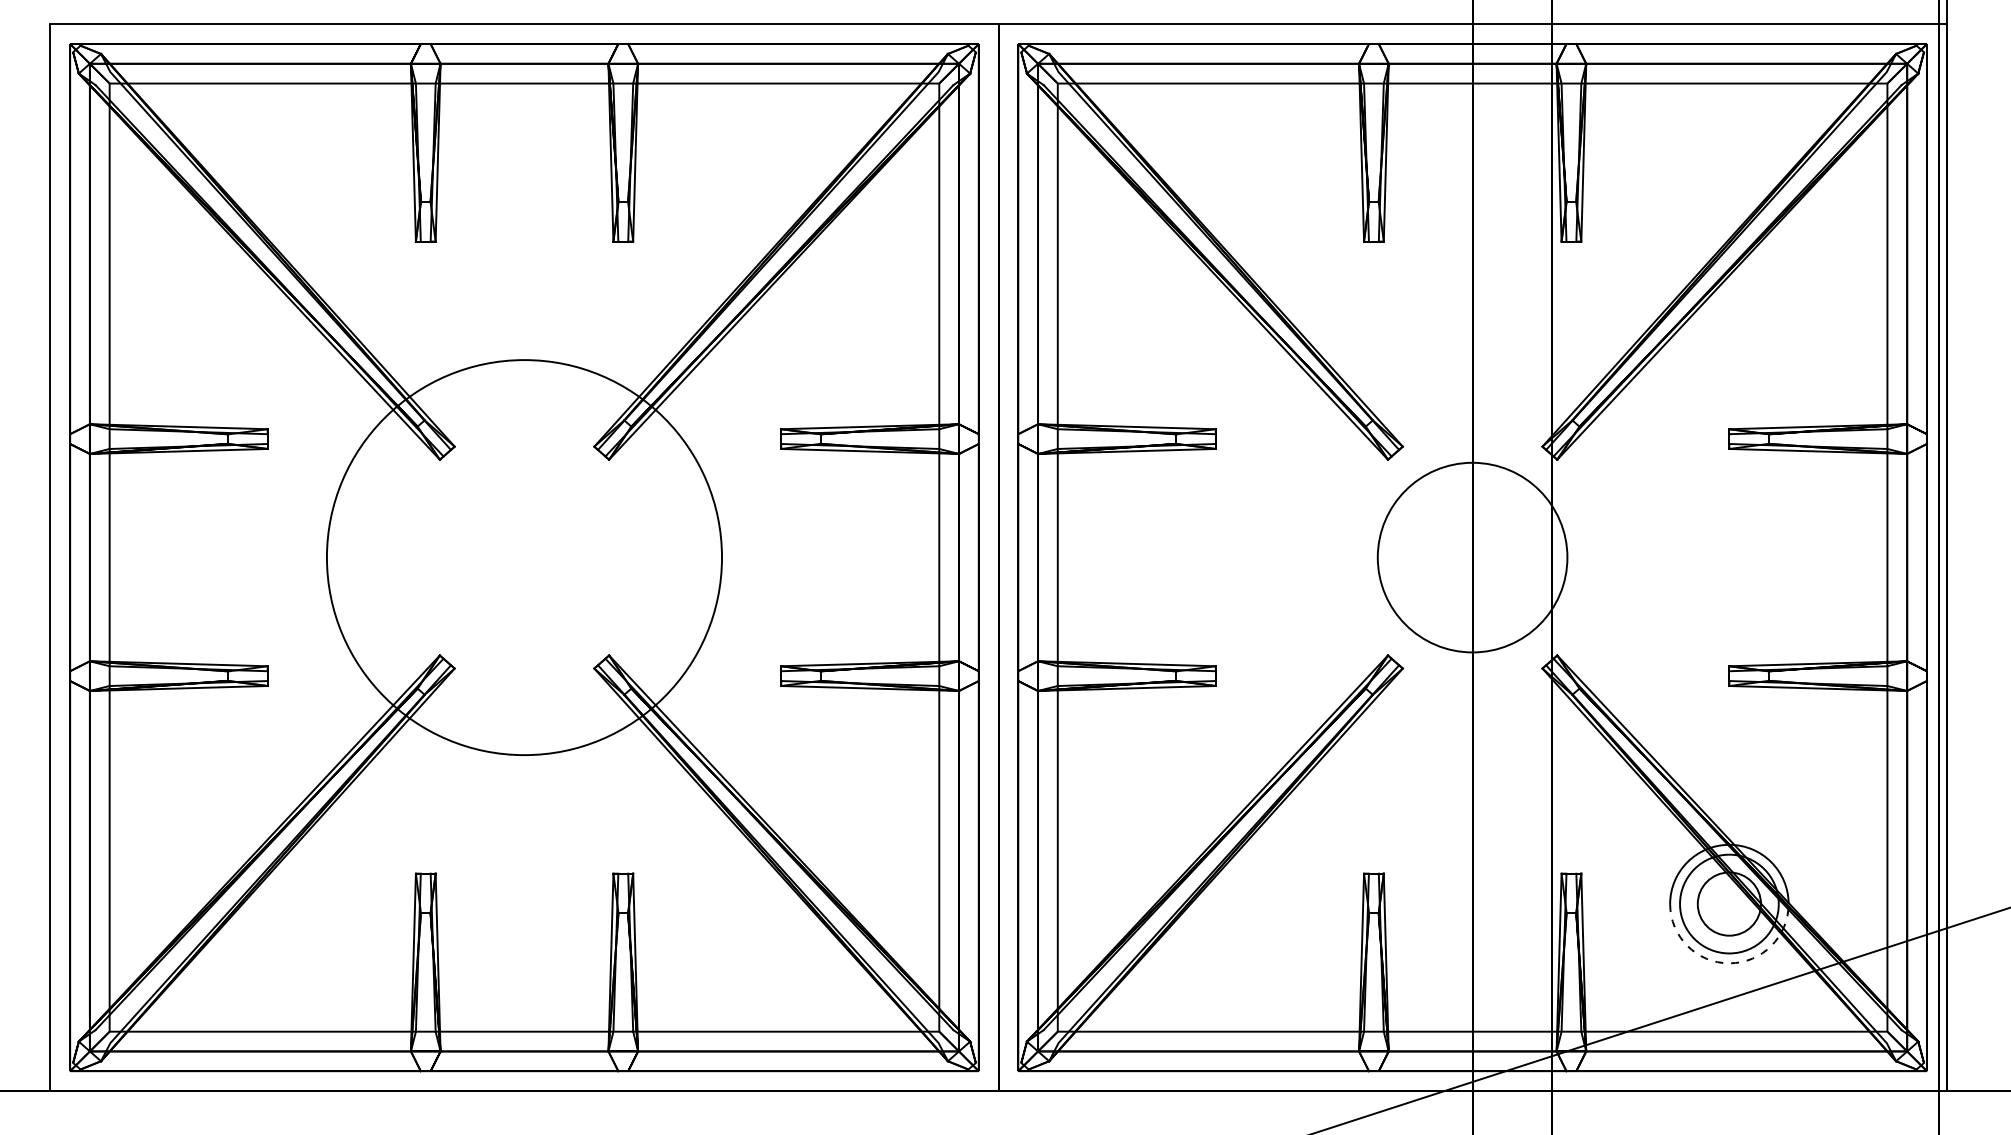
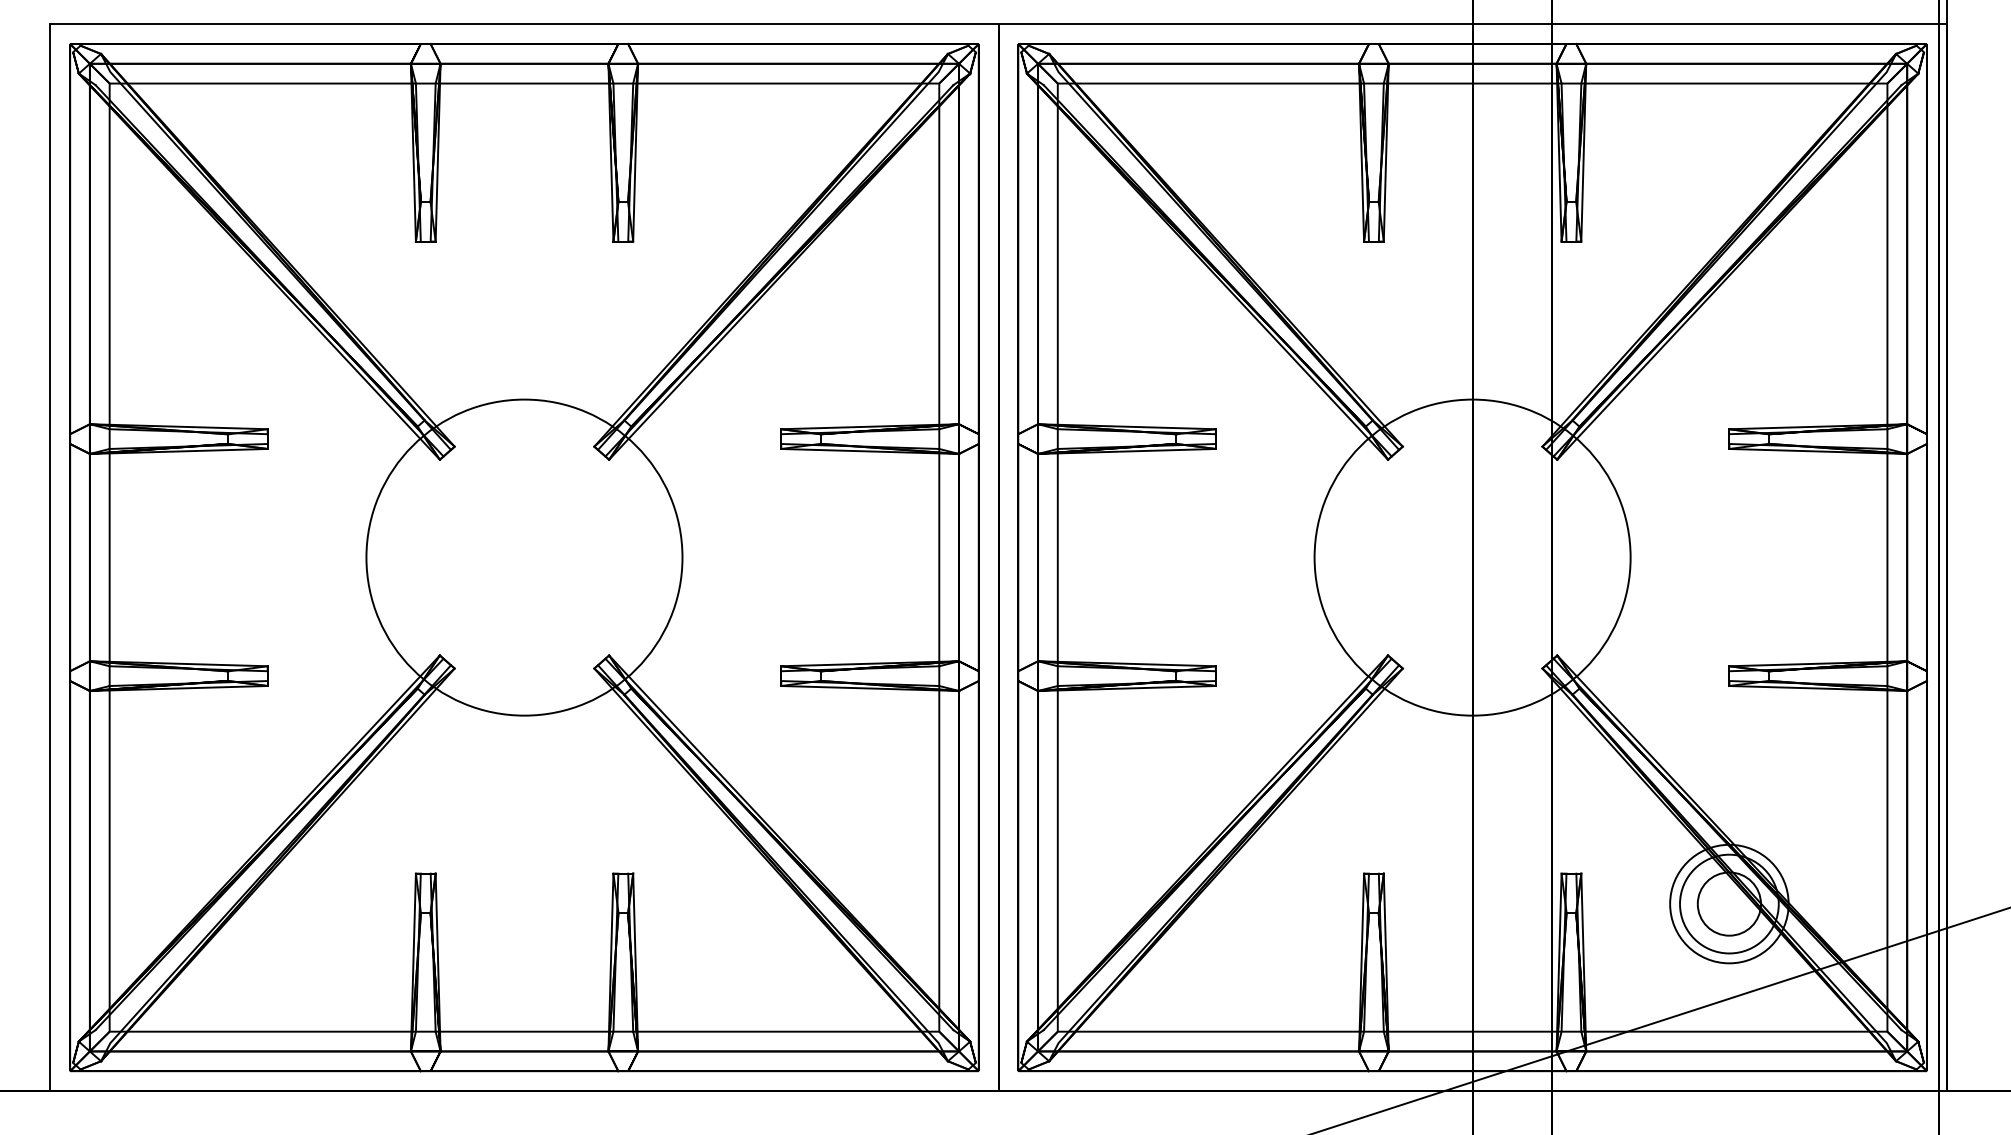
circle at (524, 557) diameter: 395 px -> 316 px
circle at (1472, 557) diameter: 190 px -> 316 px
arc at (1729, 963): dashed -> solid
